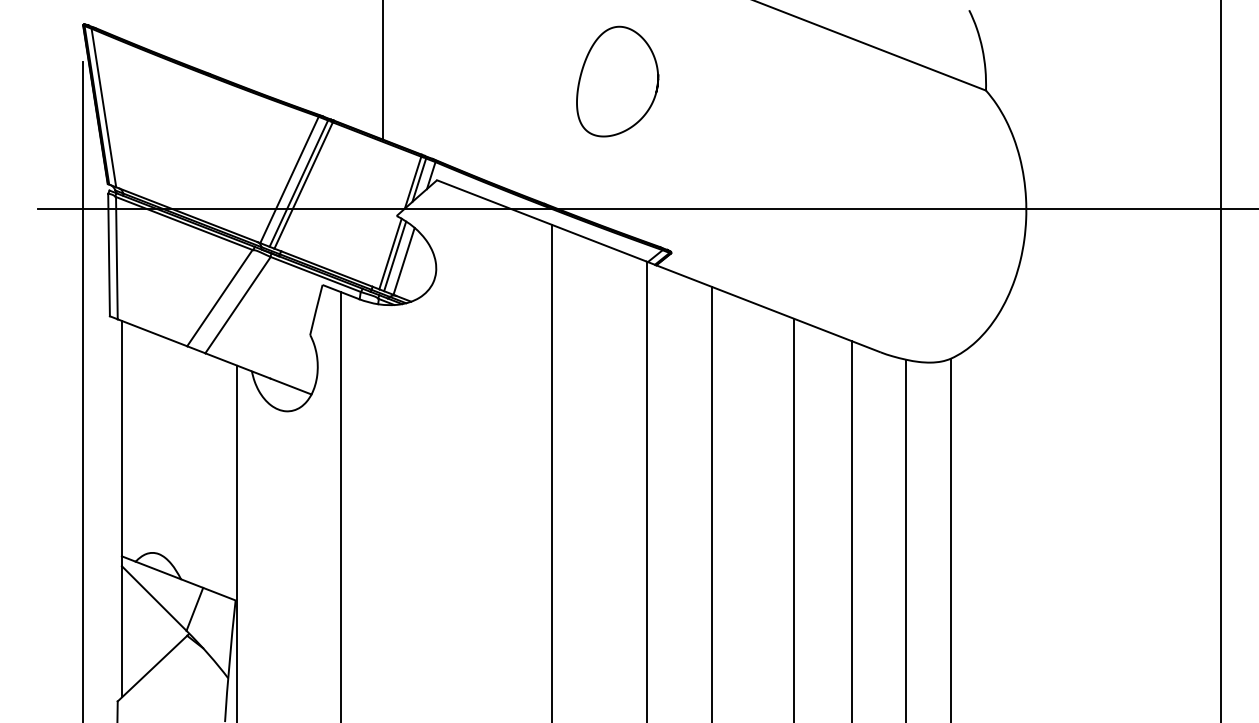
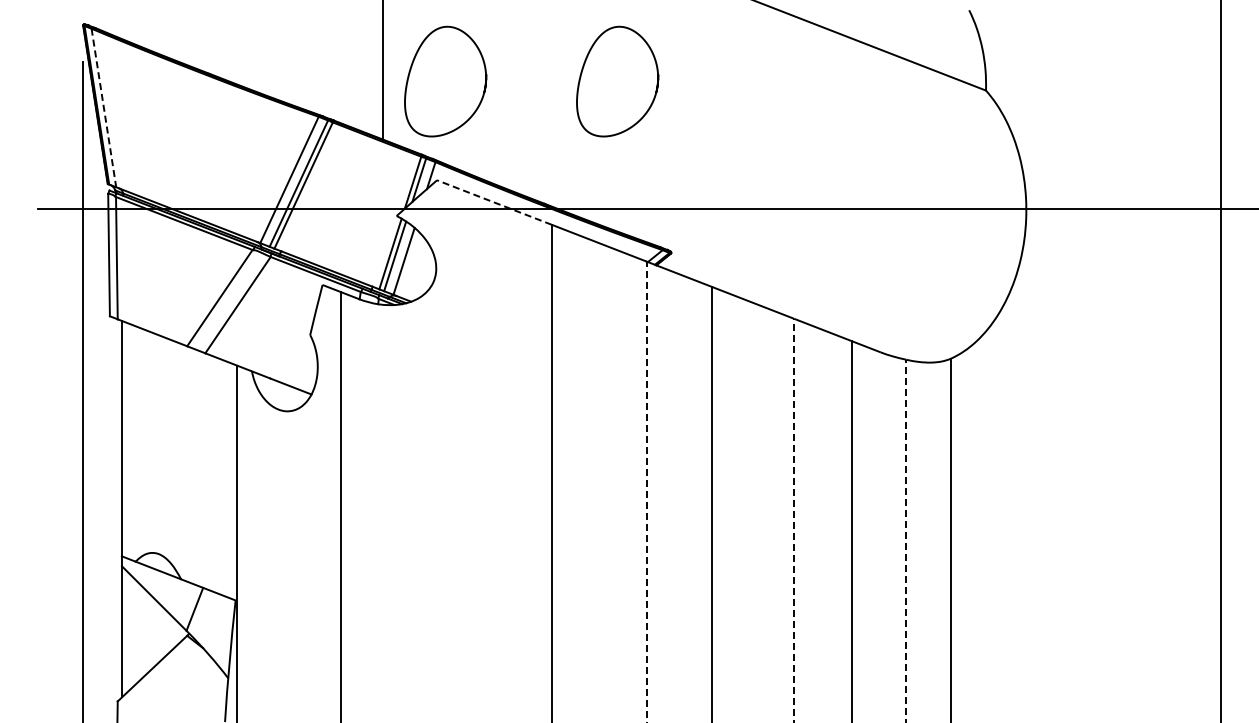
curve at (411, 70): none -> present
line at (104, 108): solid -> dashed
line at (494, 202): solid -> dashed
line at (646, 491): solid -> dashed
line at (794, 520): solid -> dashed
line at (906, 540): solid -> dashed
